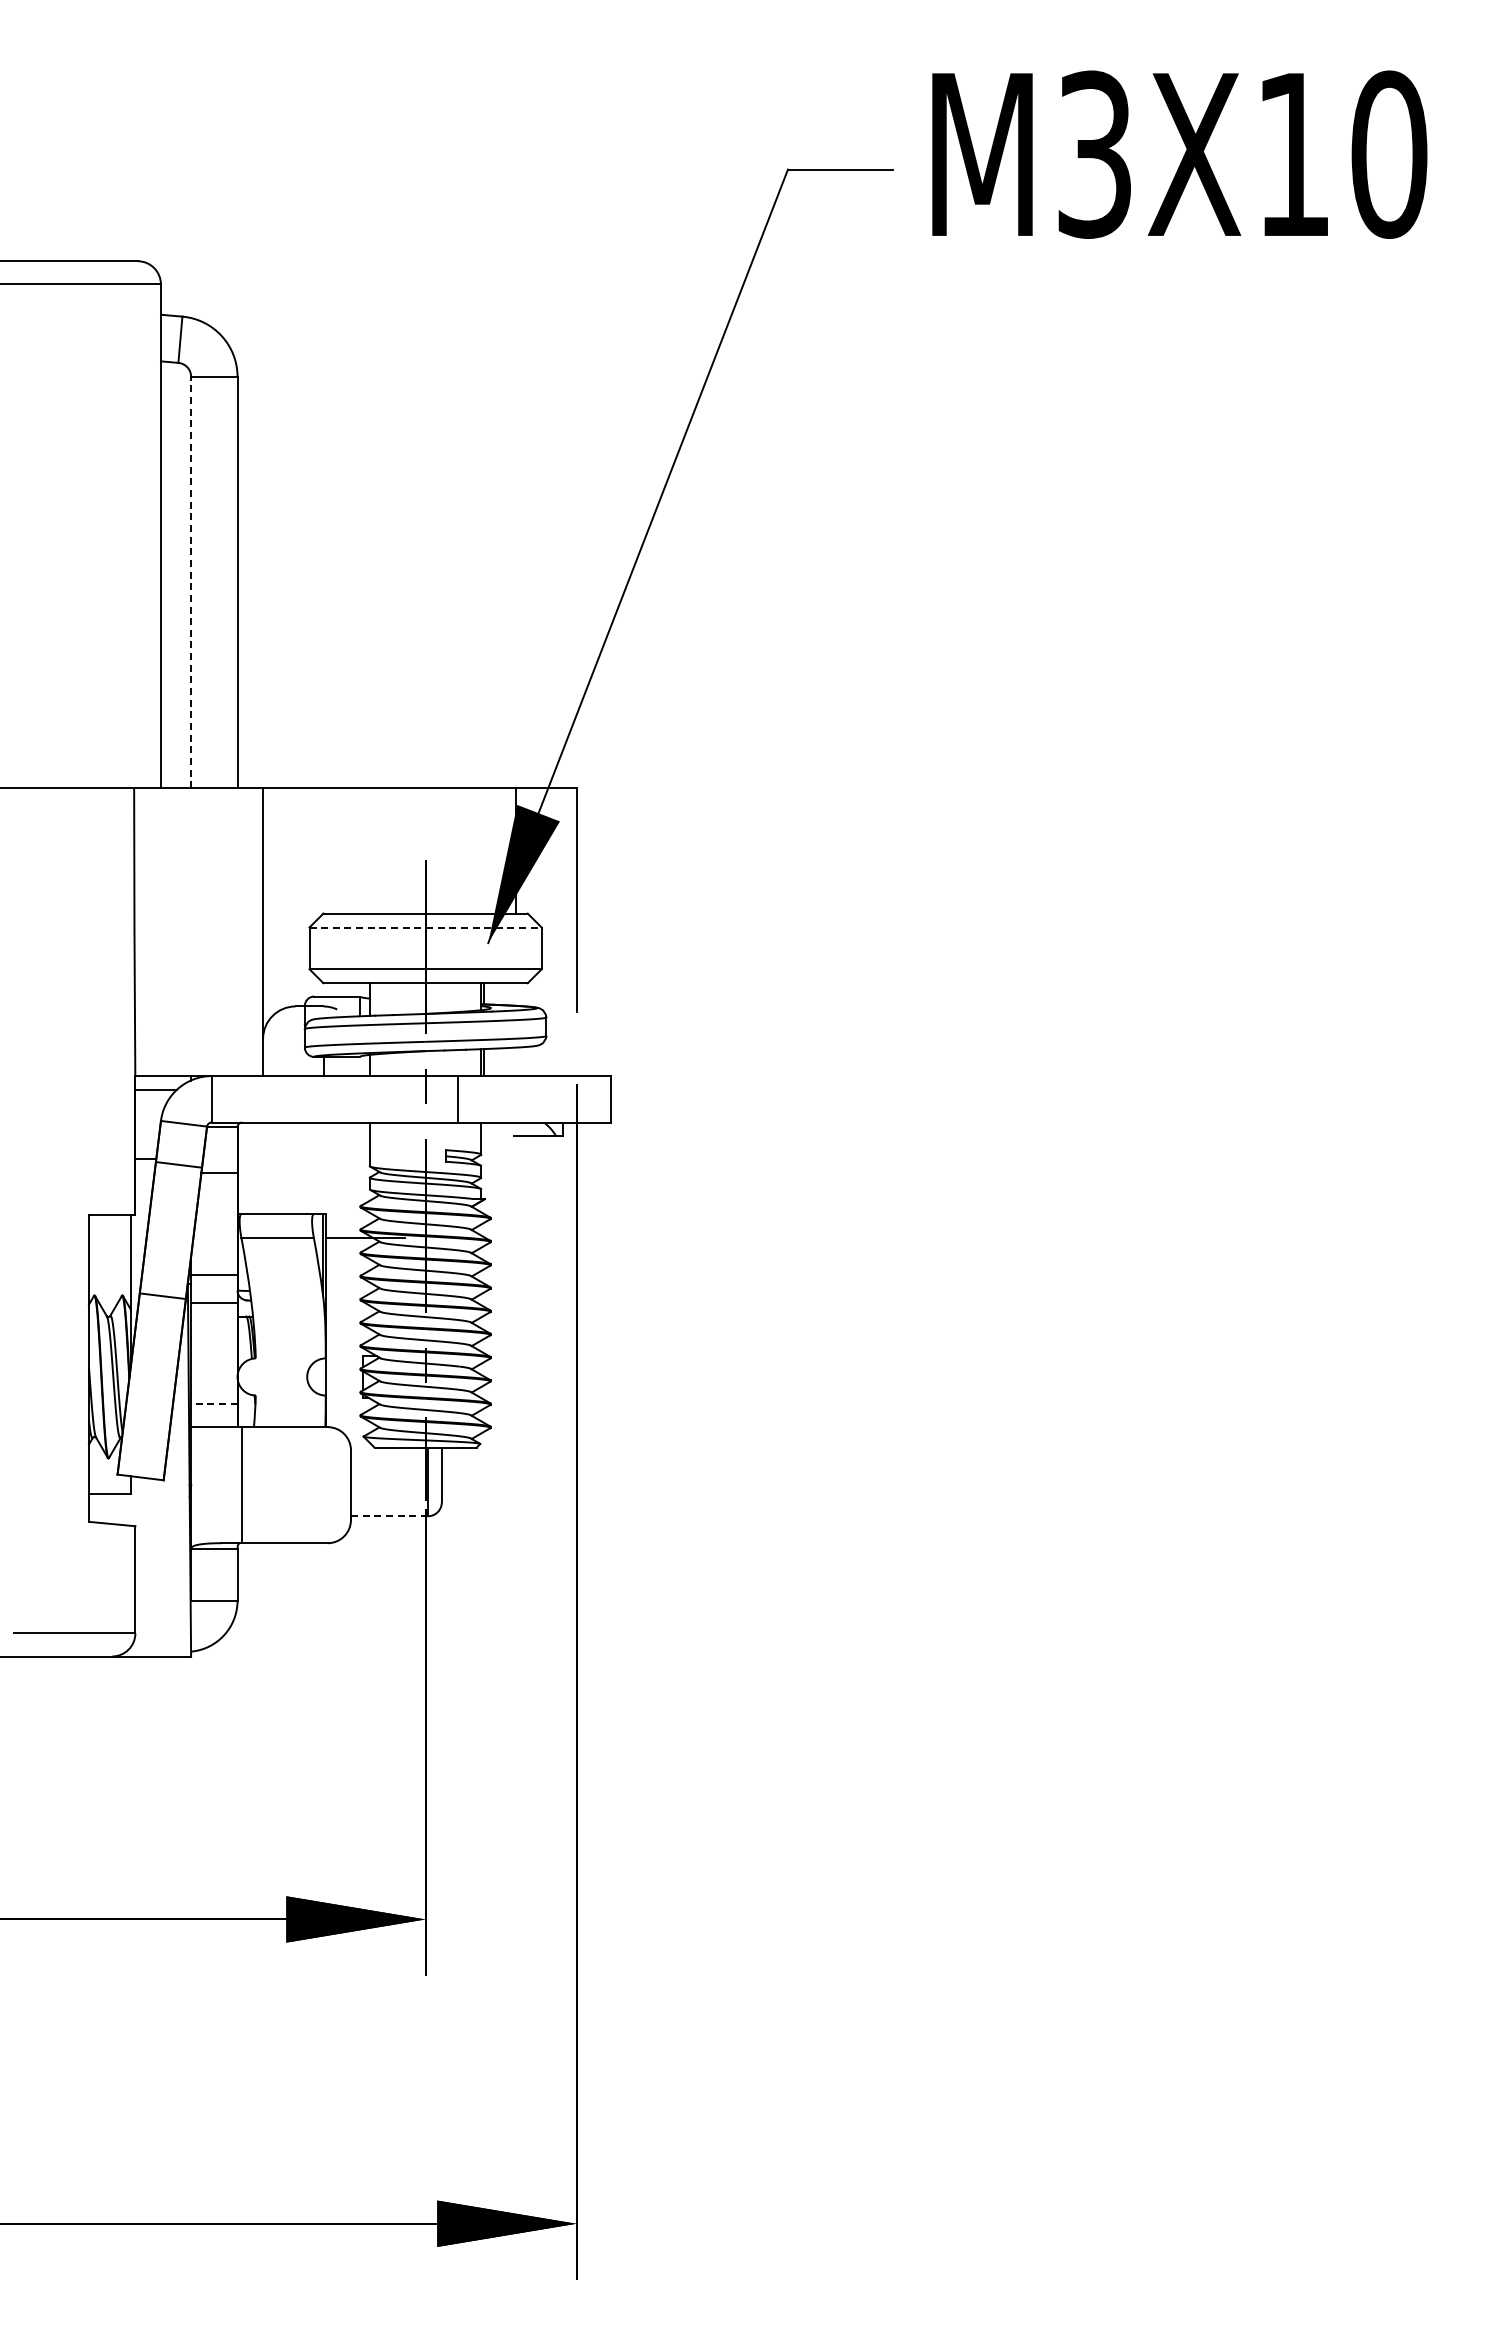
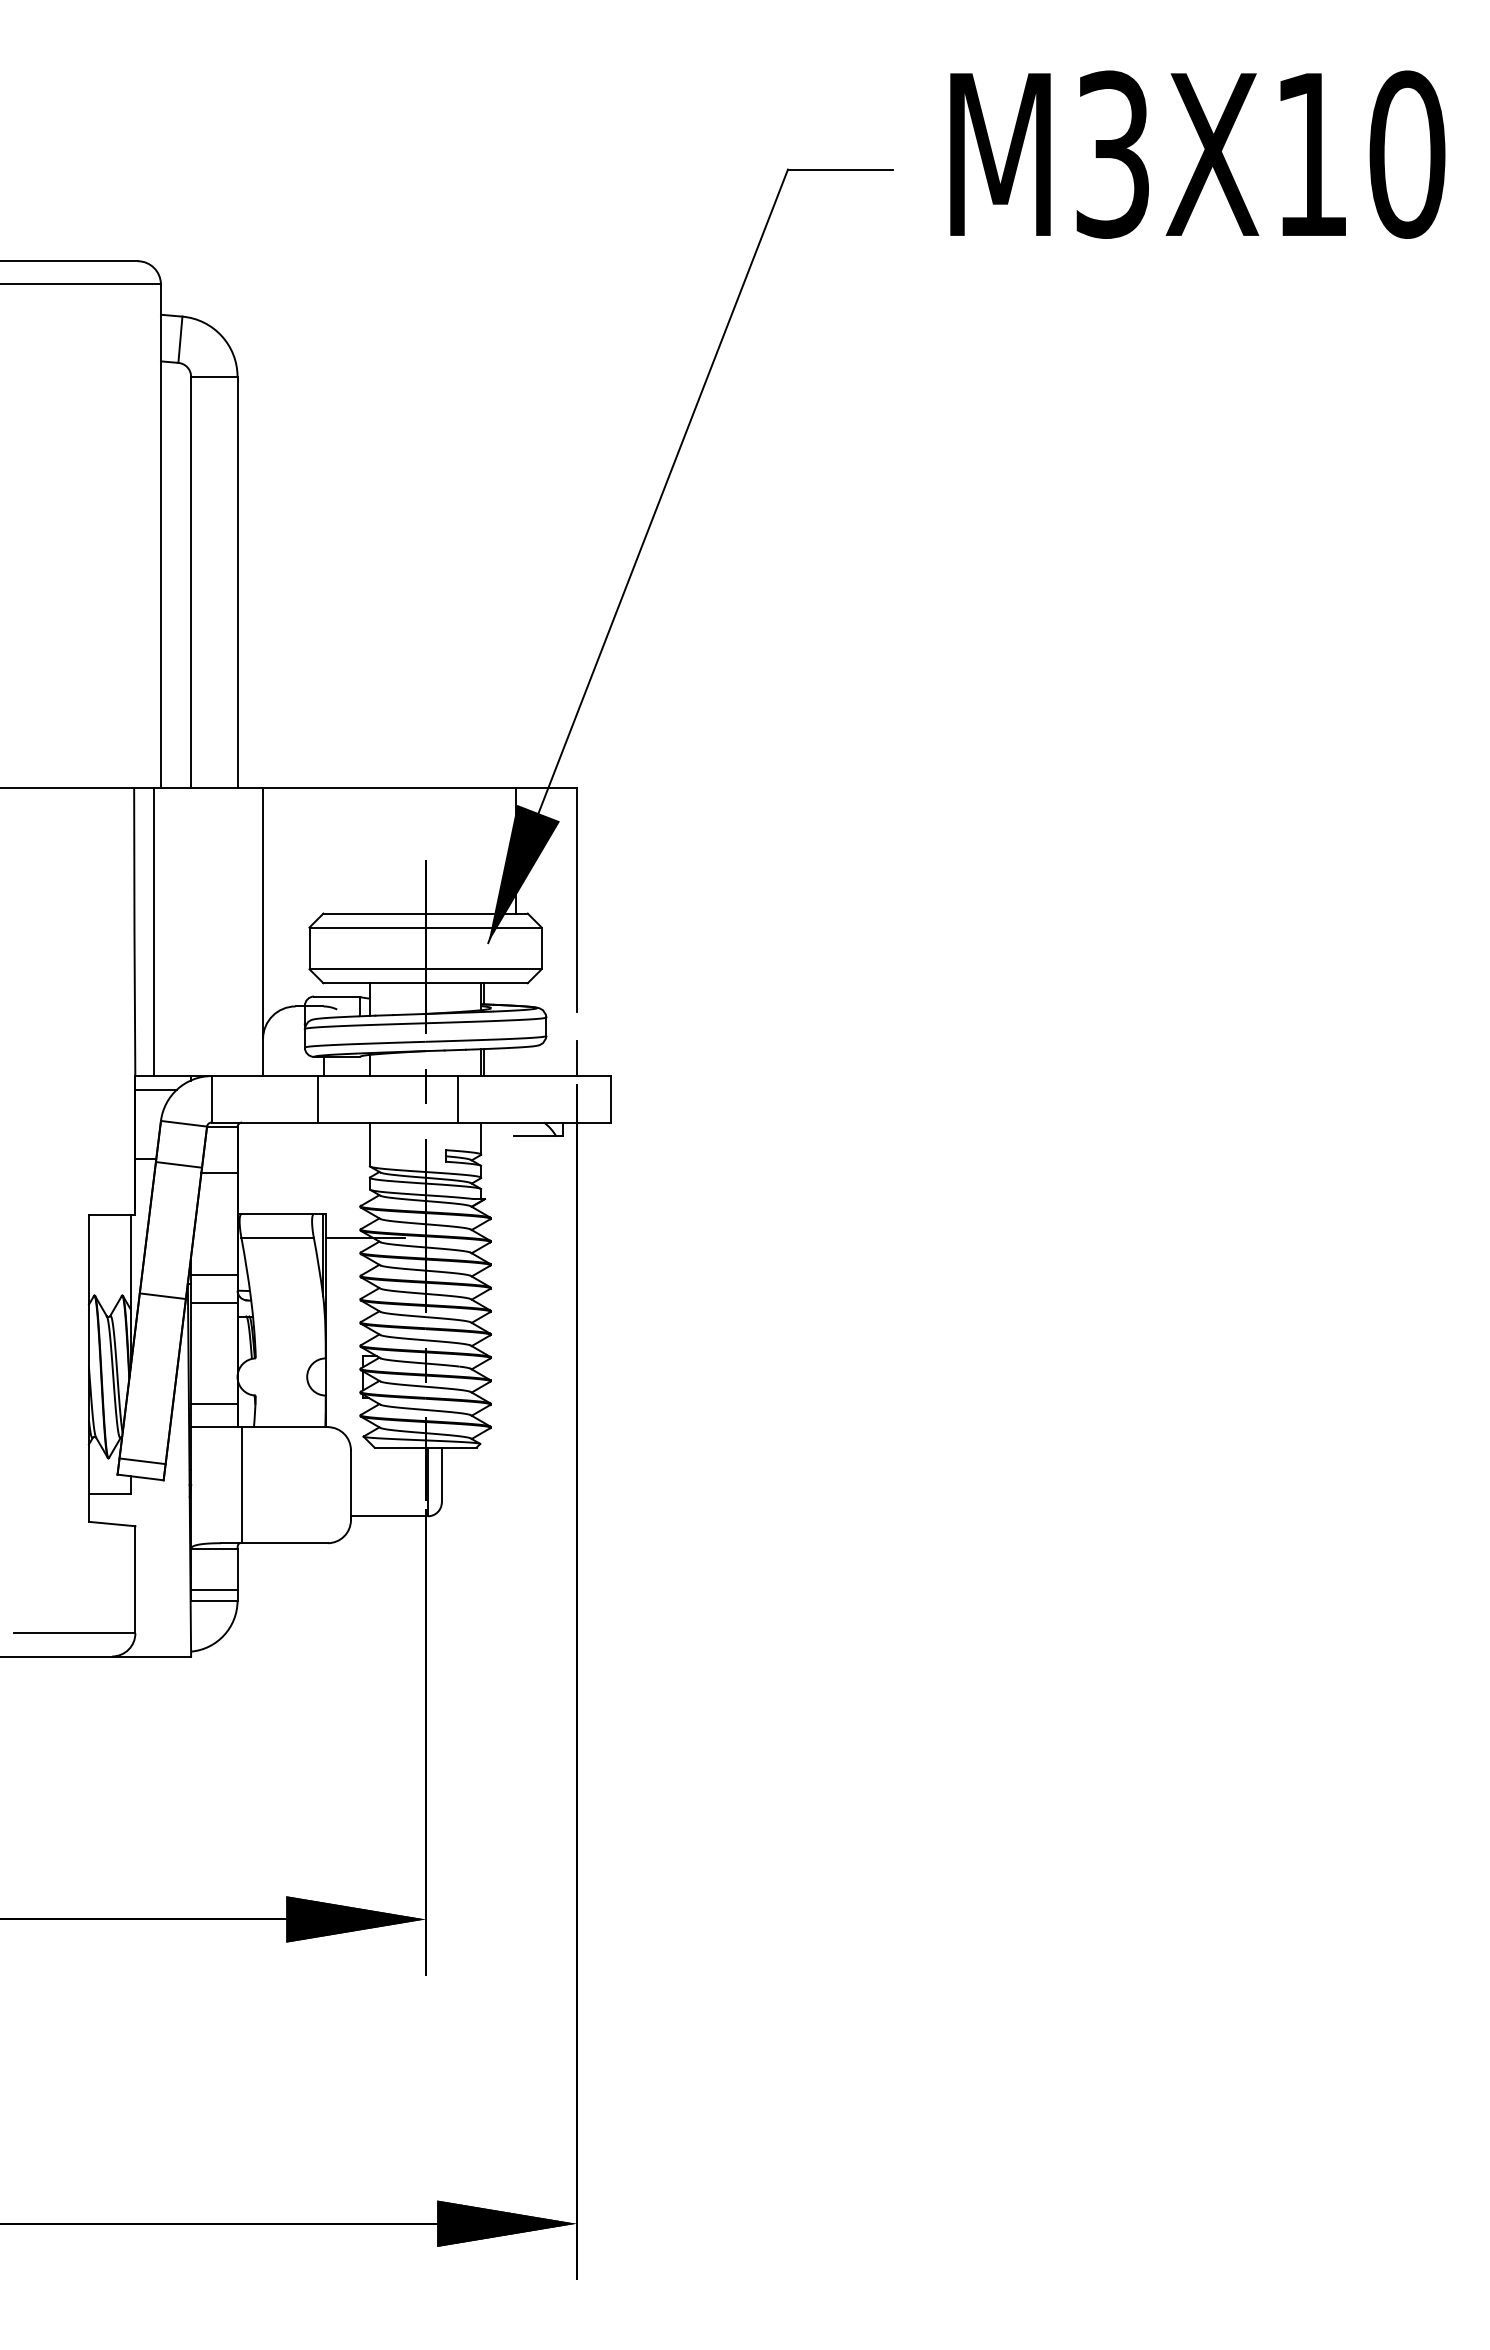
text at (1179, 154) position: (1179, 154) -> (1197, 154)
line at (191, 582): dashed -> solid
line at (426, 927): dashed -> solid
line at (153, 932): none -> present
line at (576, 1058): none -> present
line at (318, 1099): none -> present
line at (213, 1403): dashed -> solid
line at (142, 1461): none -> present
line at (388, 1516): dashed -> solid
line at (214, 1589): none -> present
